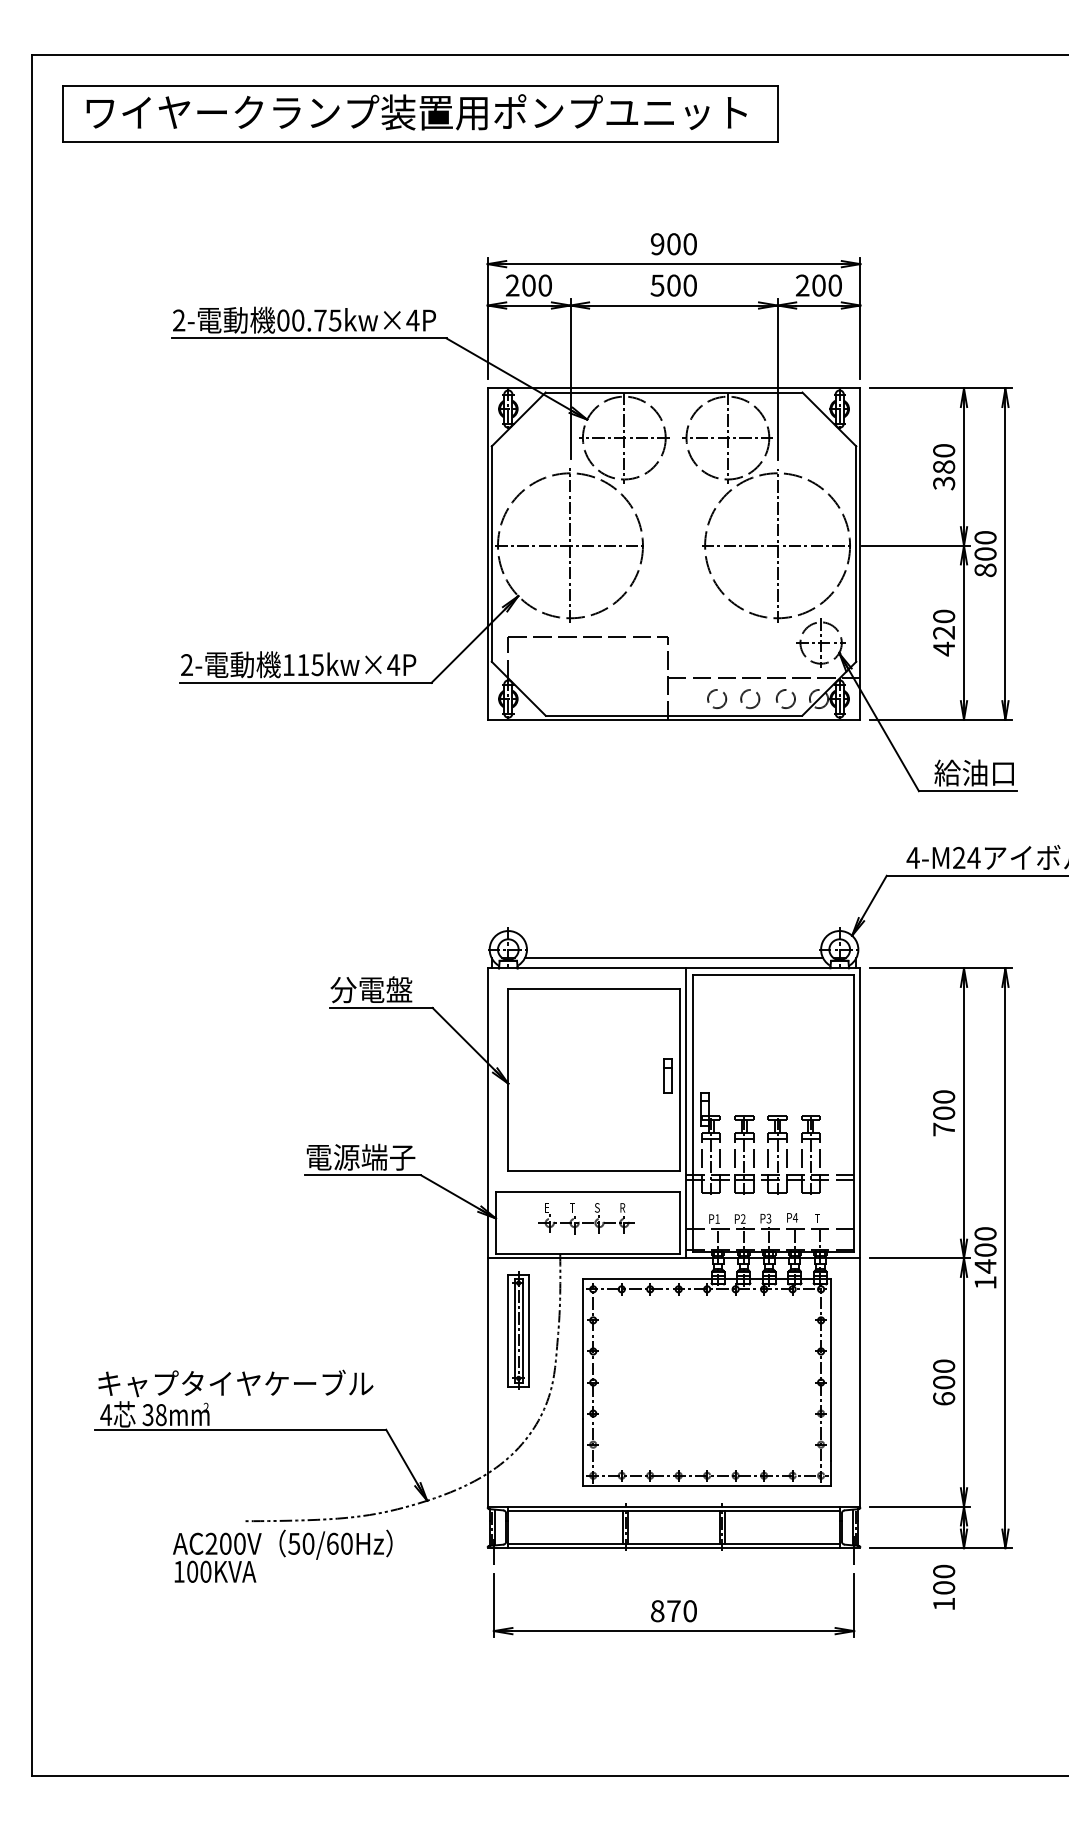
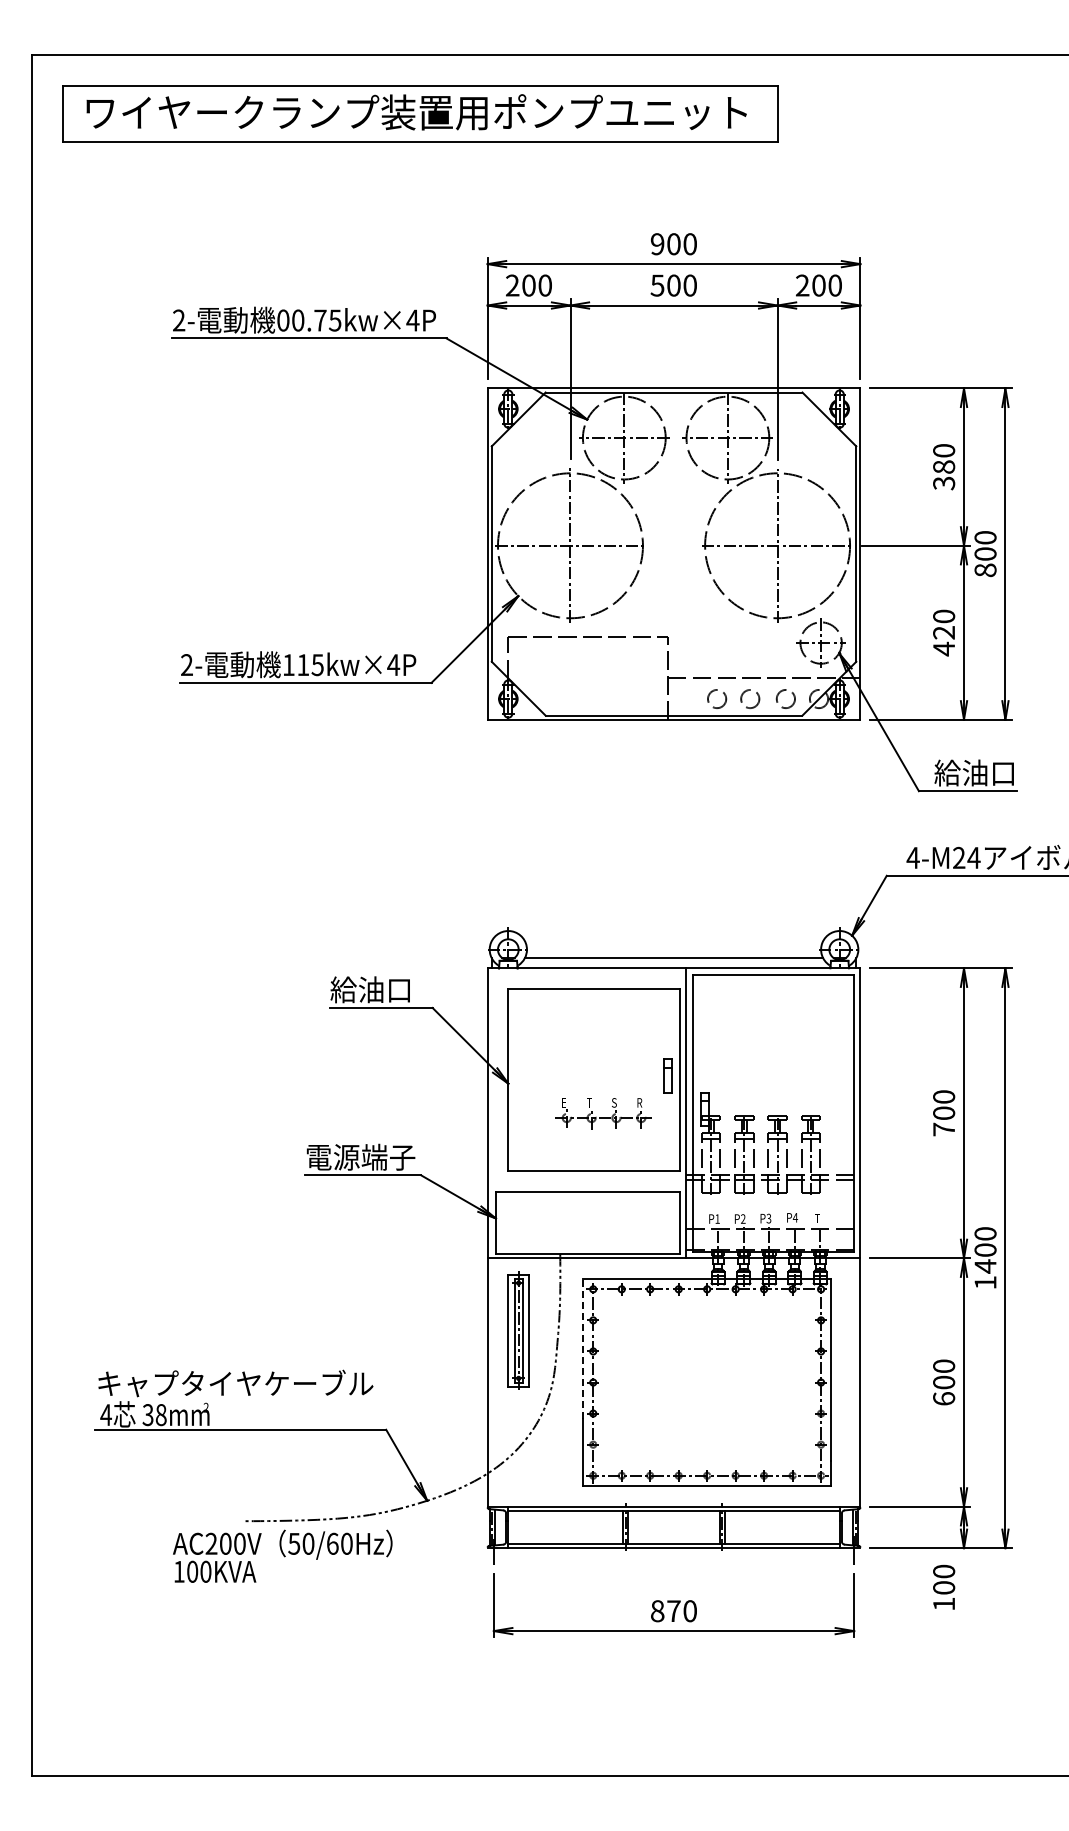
text at (371, 989): 分電盤 -> 給油口
part at (586, 1218) position: (586, 1218) -> (603, 1113)
line at (582, 1348): solid -> dashed
